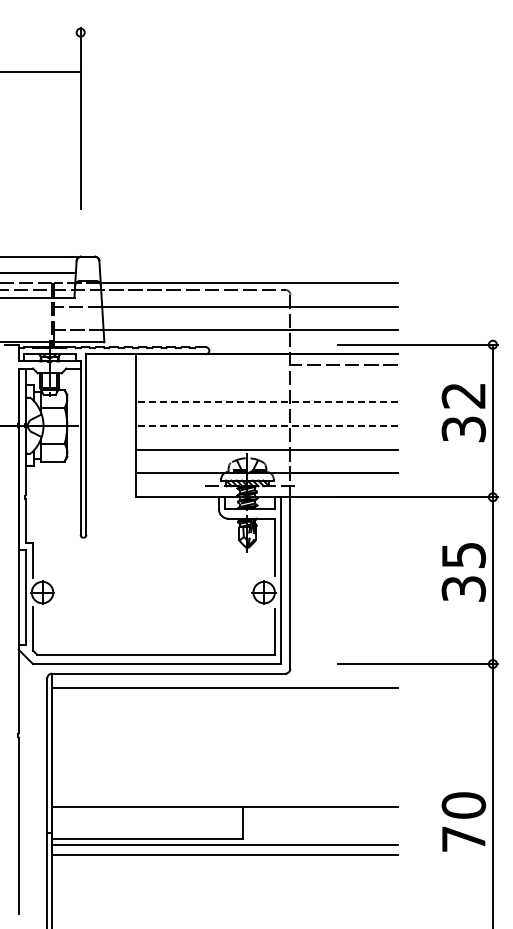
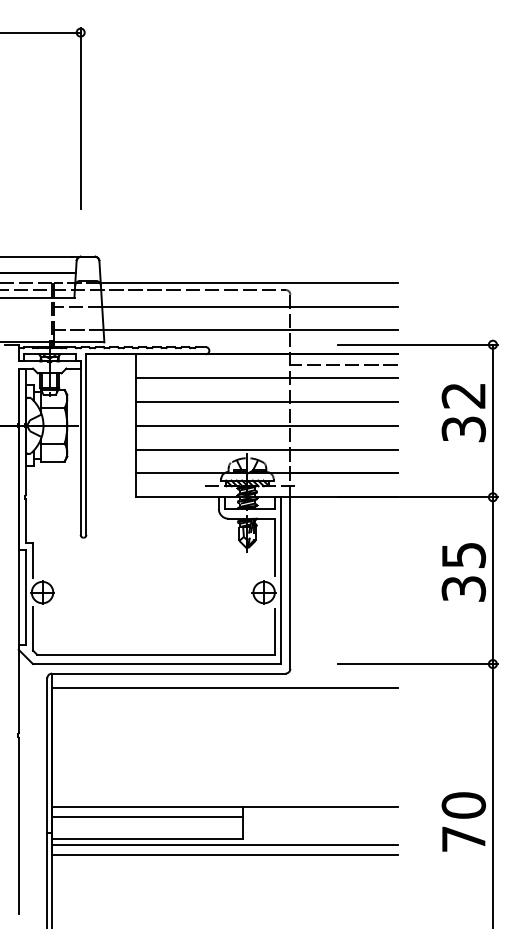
line at (41, 71) position: (41, 71) -> (41, 32)
line at (266, 378): none -> present
line at (266, 401): dashed -> solid
line at (266, 425): dashed -> solid
line at (147, 816): none -> present
